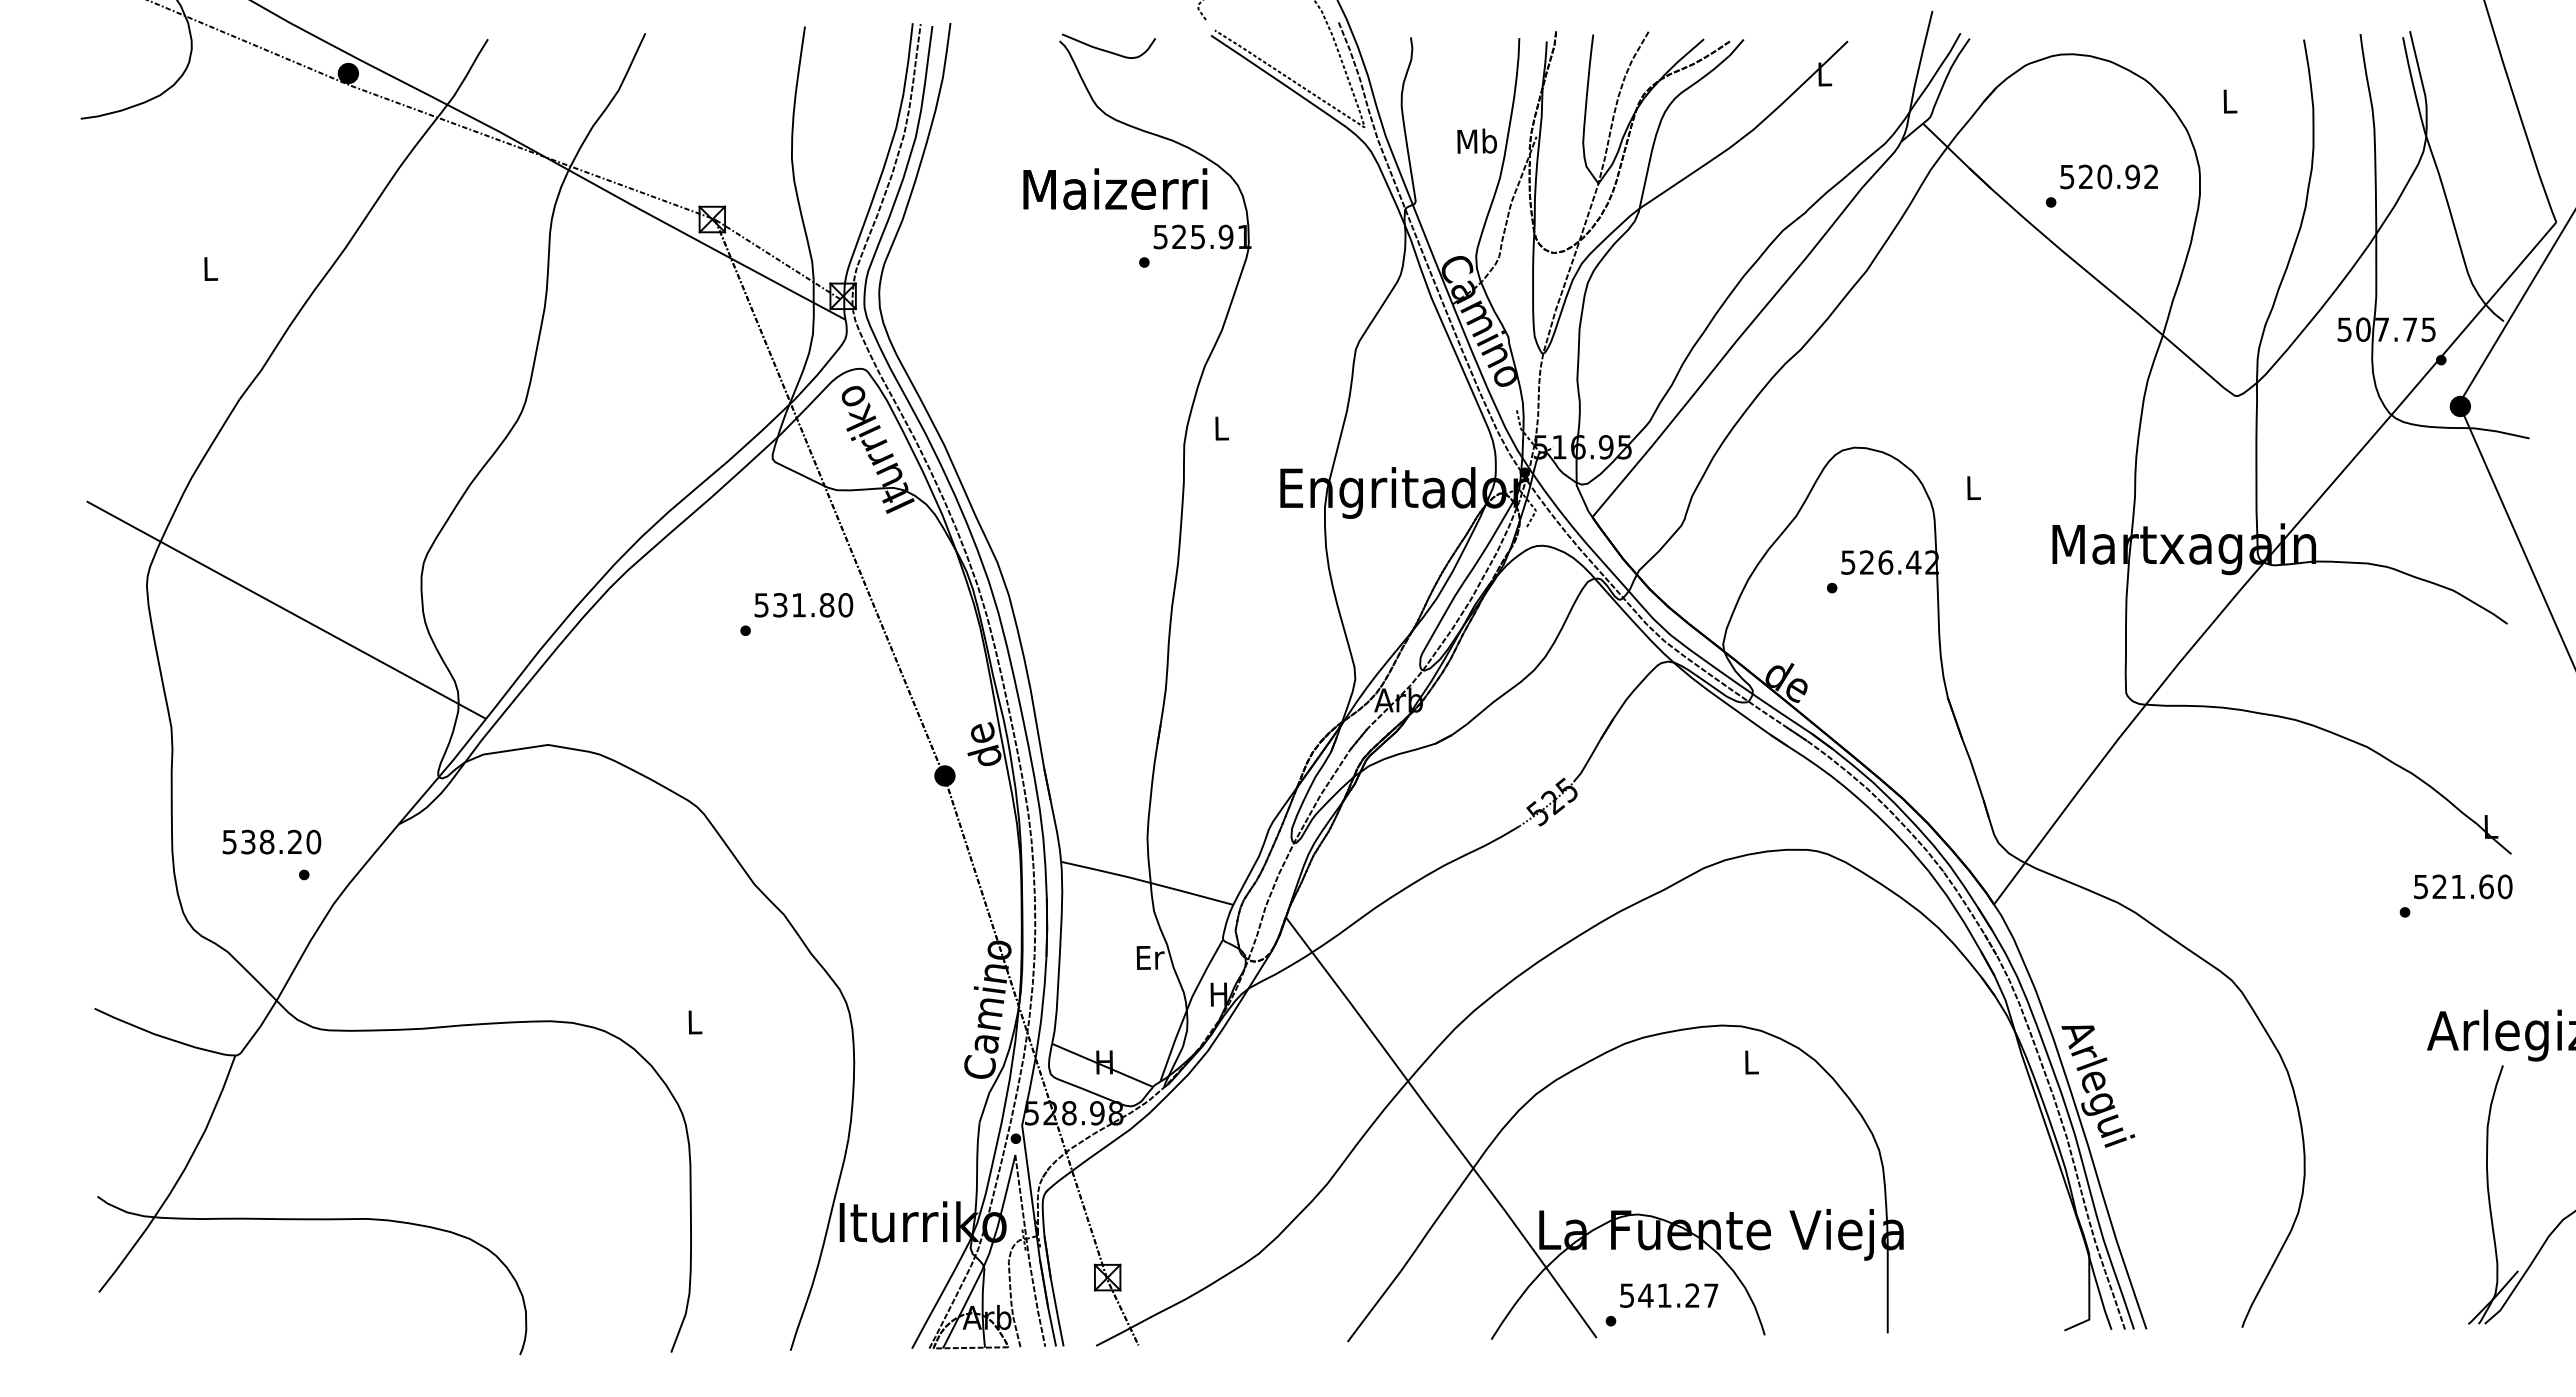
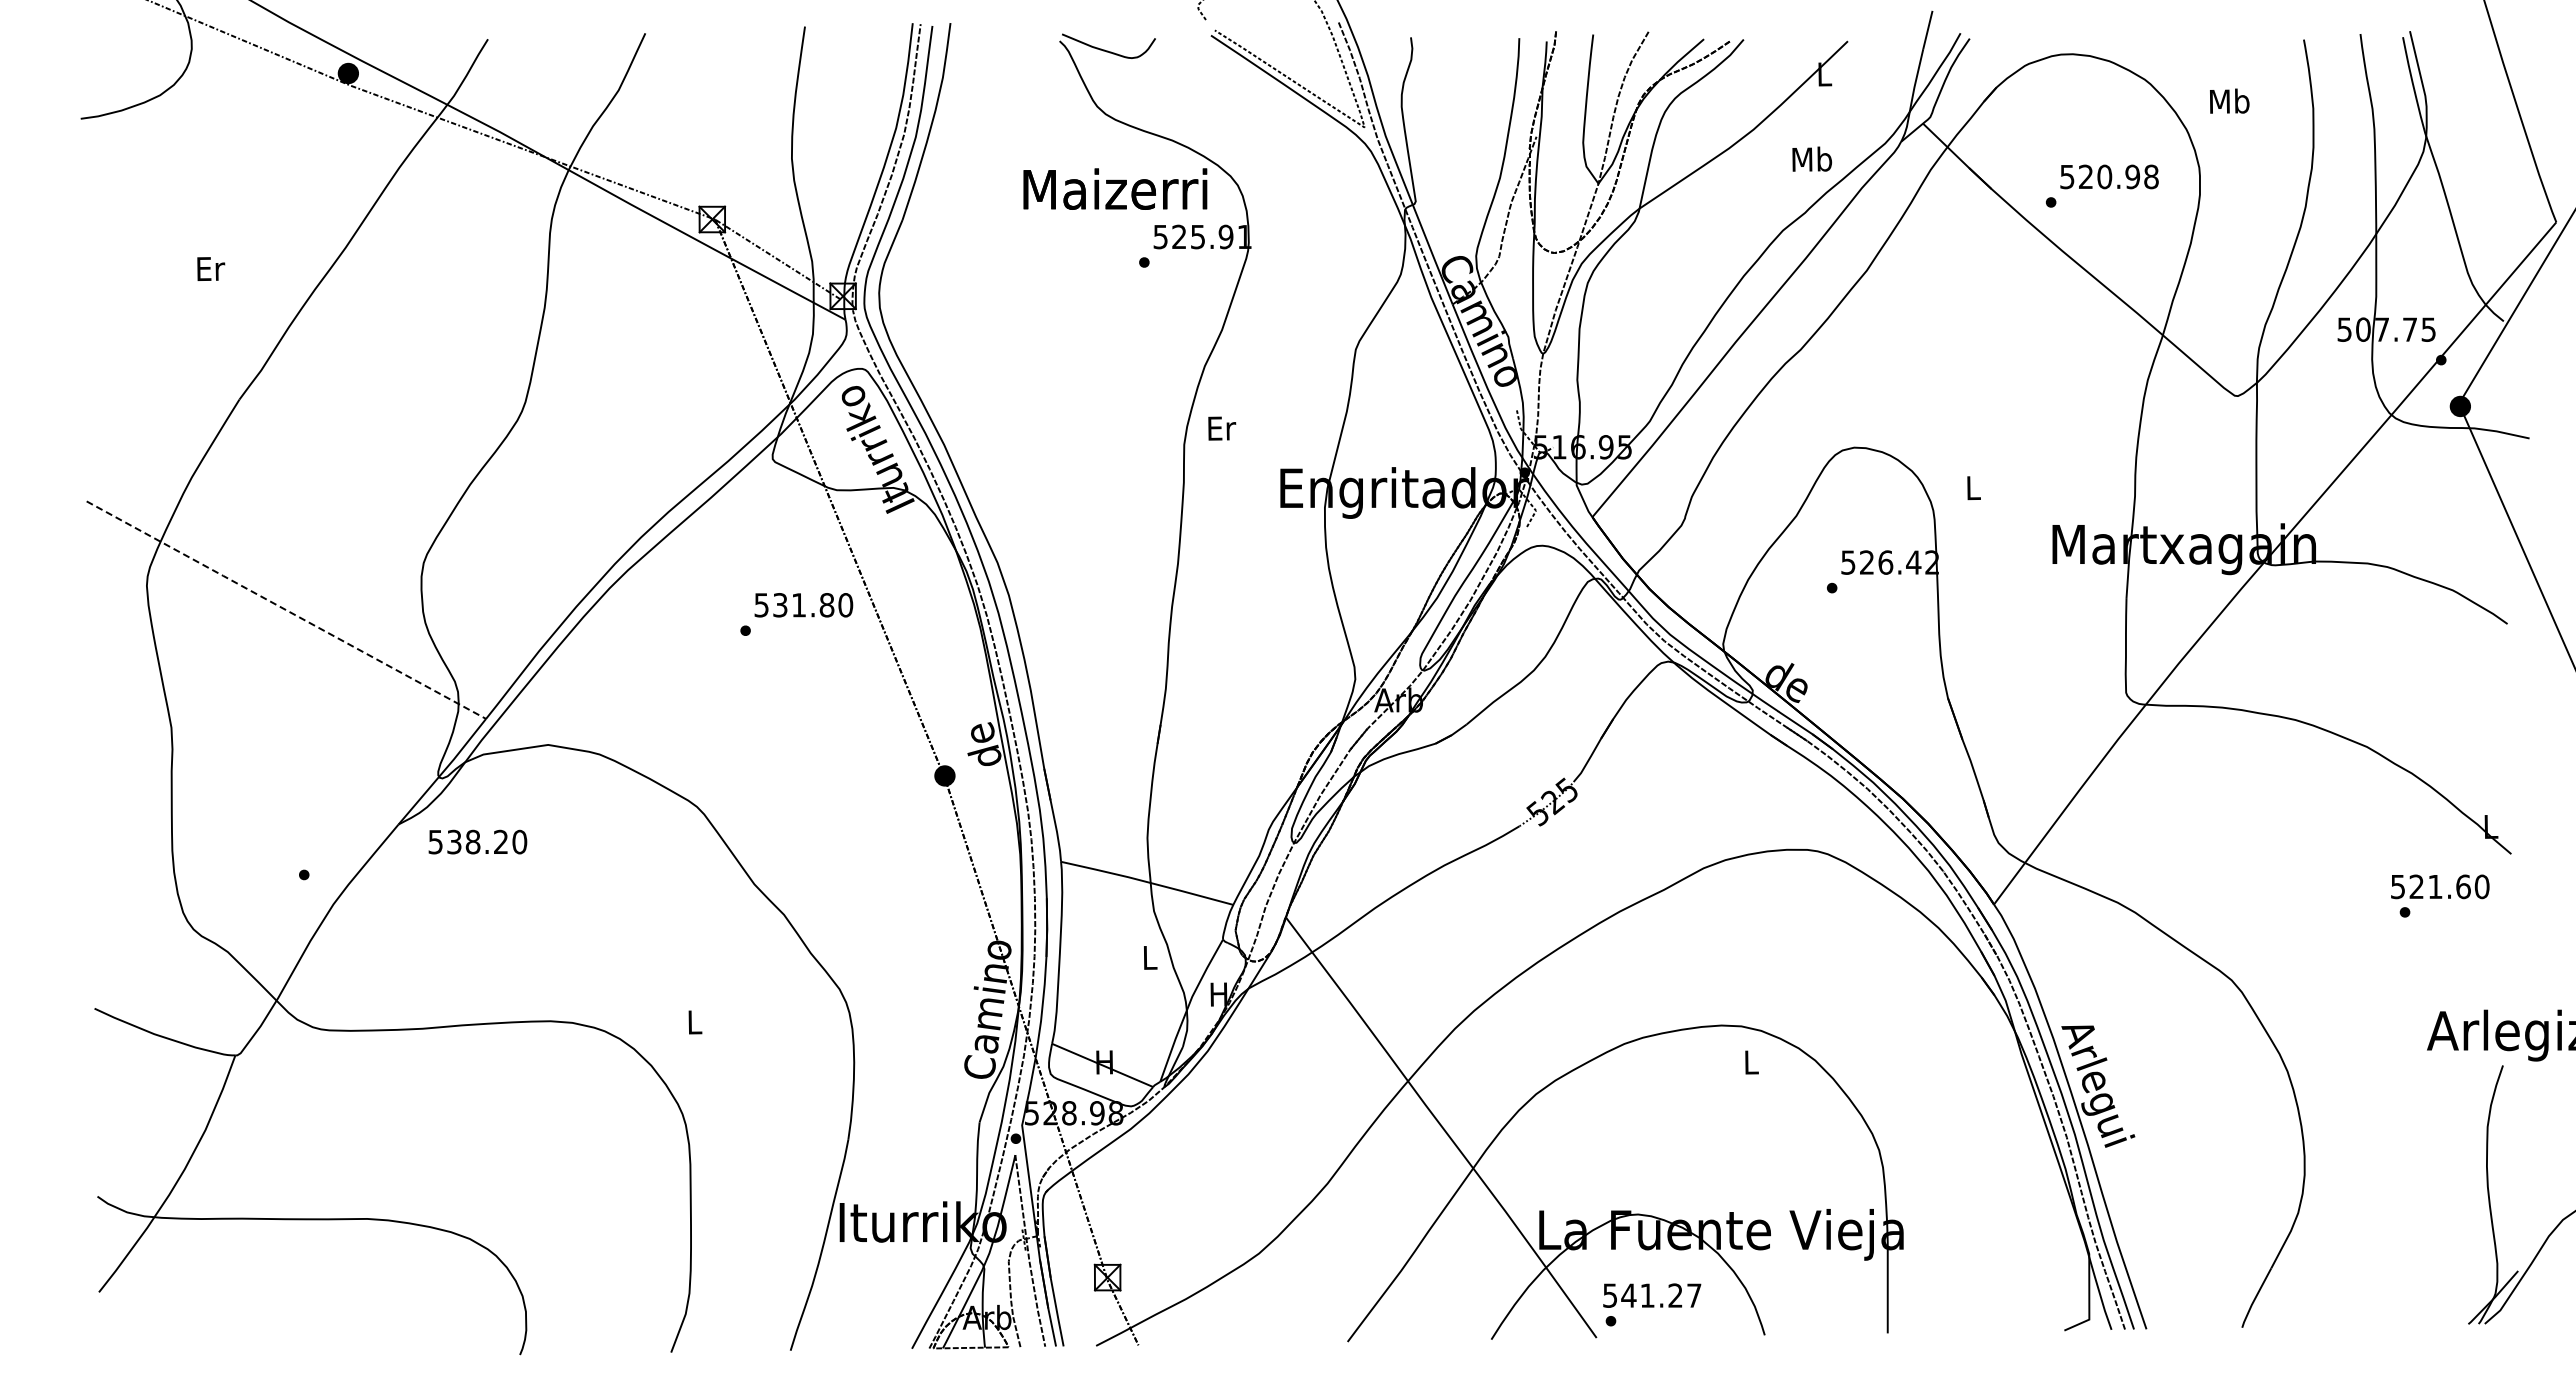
text at (2229, 100): L -> Mb
text at (1477, 140) position: (1477, 140) -> (1812, 158)
text at (2151, 176): 520.92 -> 520.98
text at (211, 268): L -> Er
text at (1222, 428): L -> Er
line at (286, 610): solid -> dashed
text at (271, 841) position: (271, 841) -> (477, 841)
text at (2463, 886) position: (2463, 886) -> (2440, 886)
text at (1150, 957): Er -> L
text at (1669, 1295) position: (1669, 1295) -> (1652, 1295)
